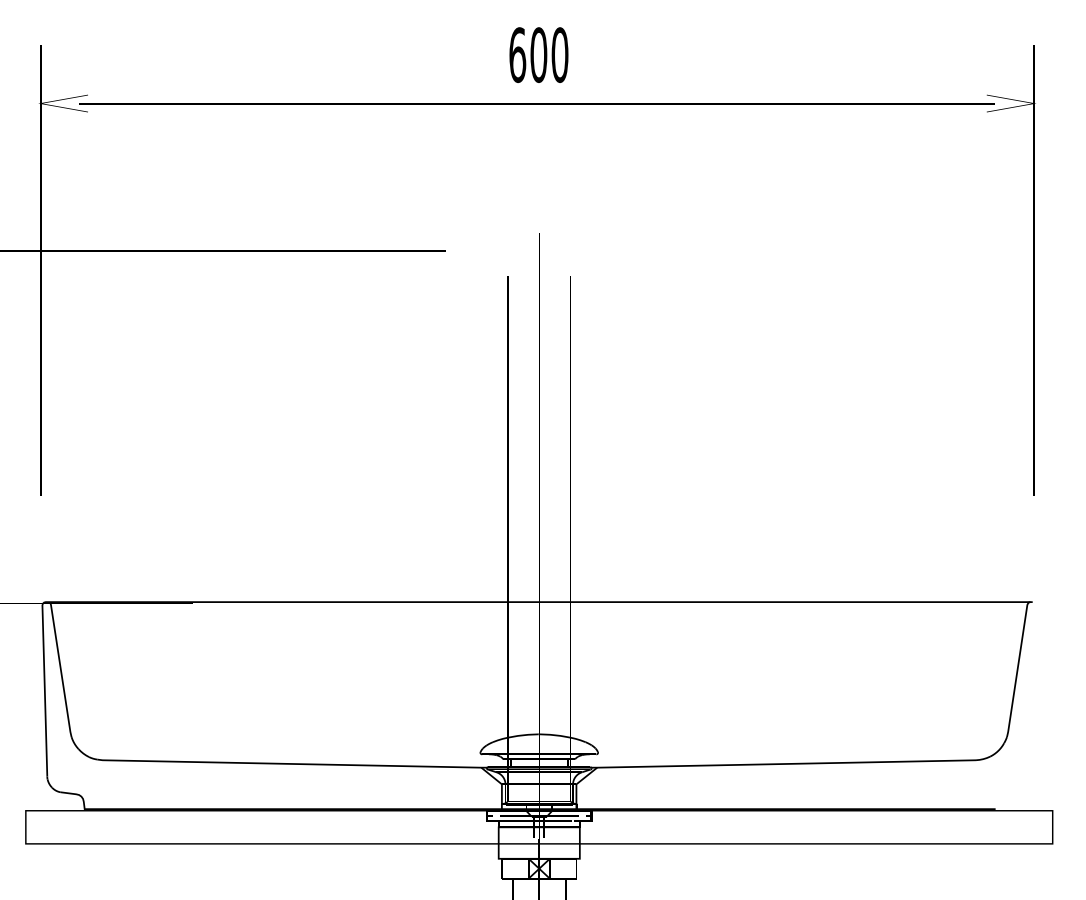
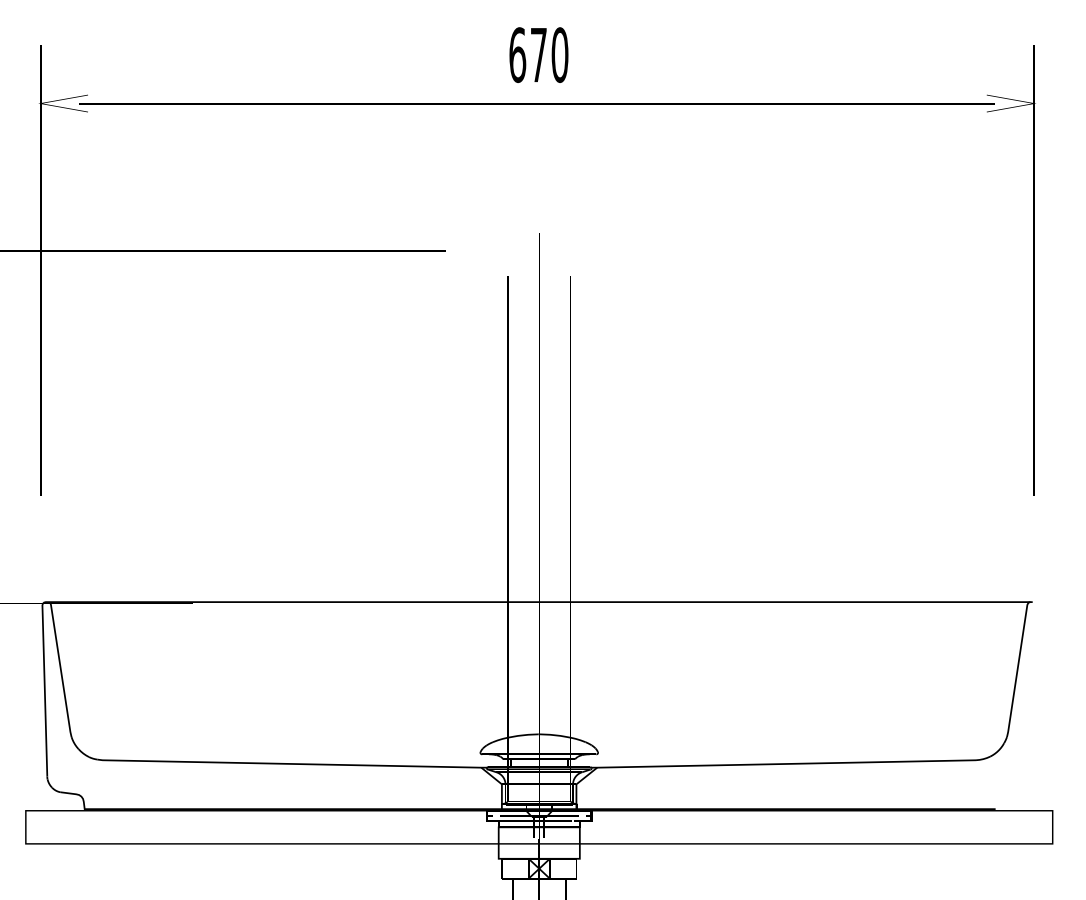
text at (538, 54): 600 -> 670
